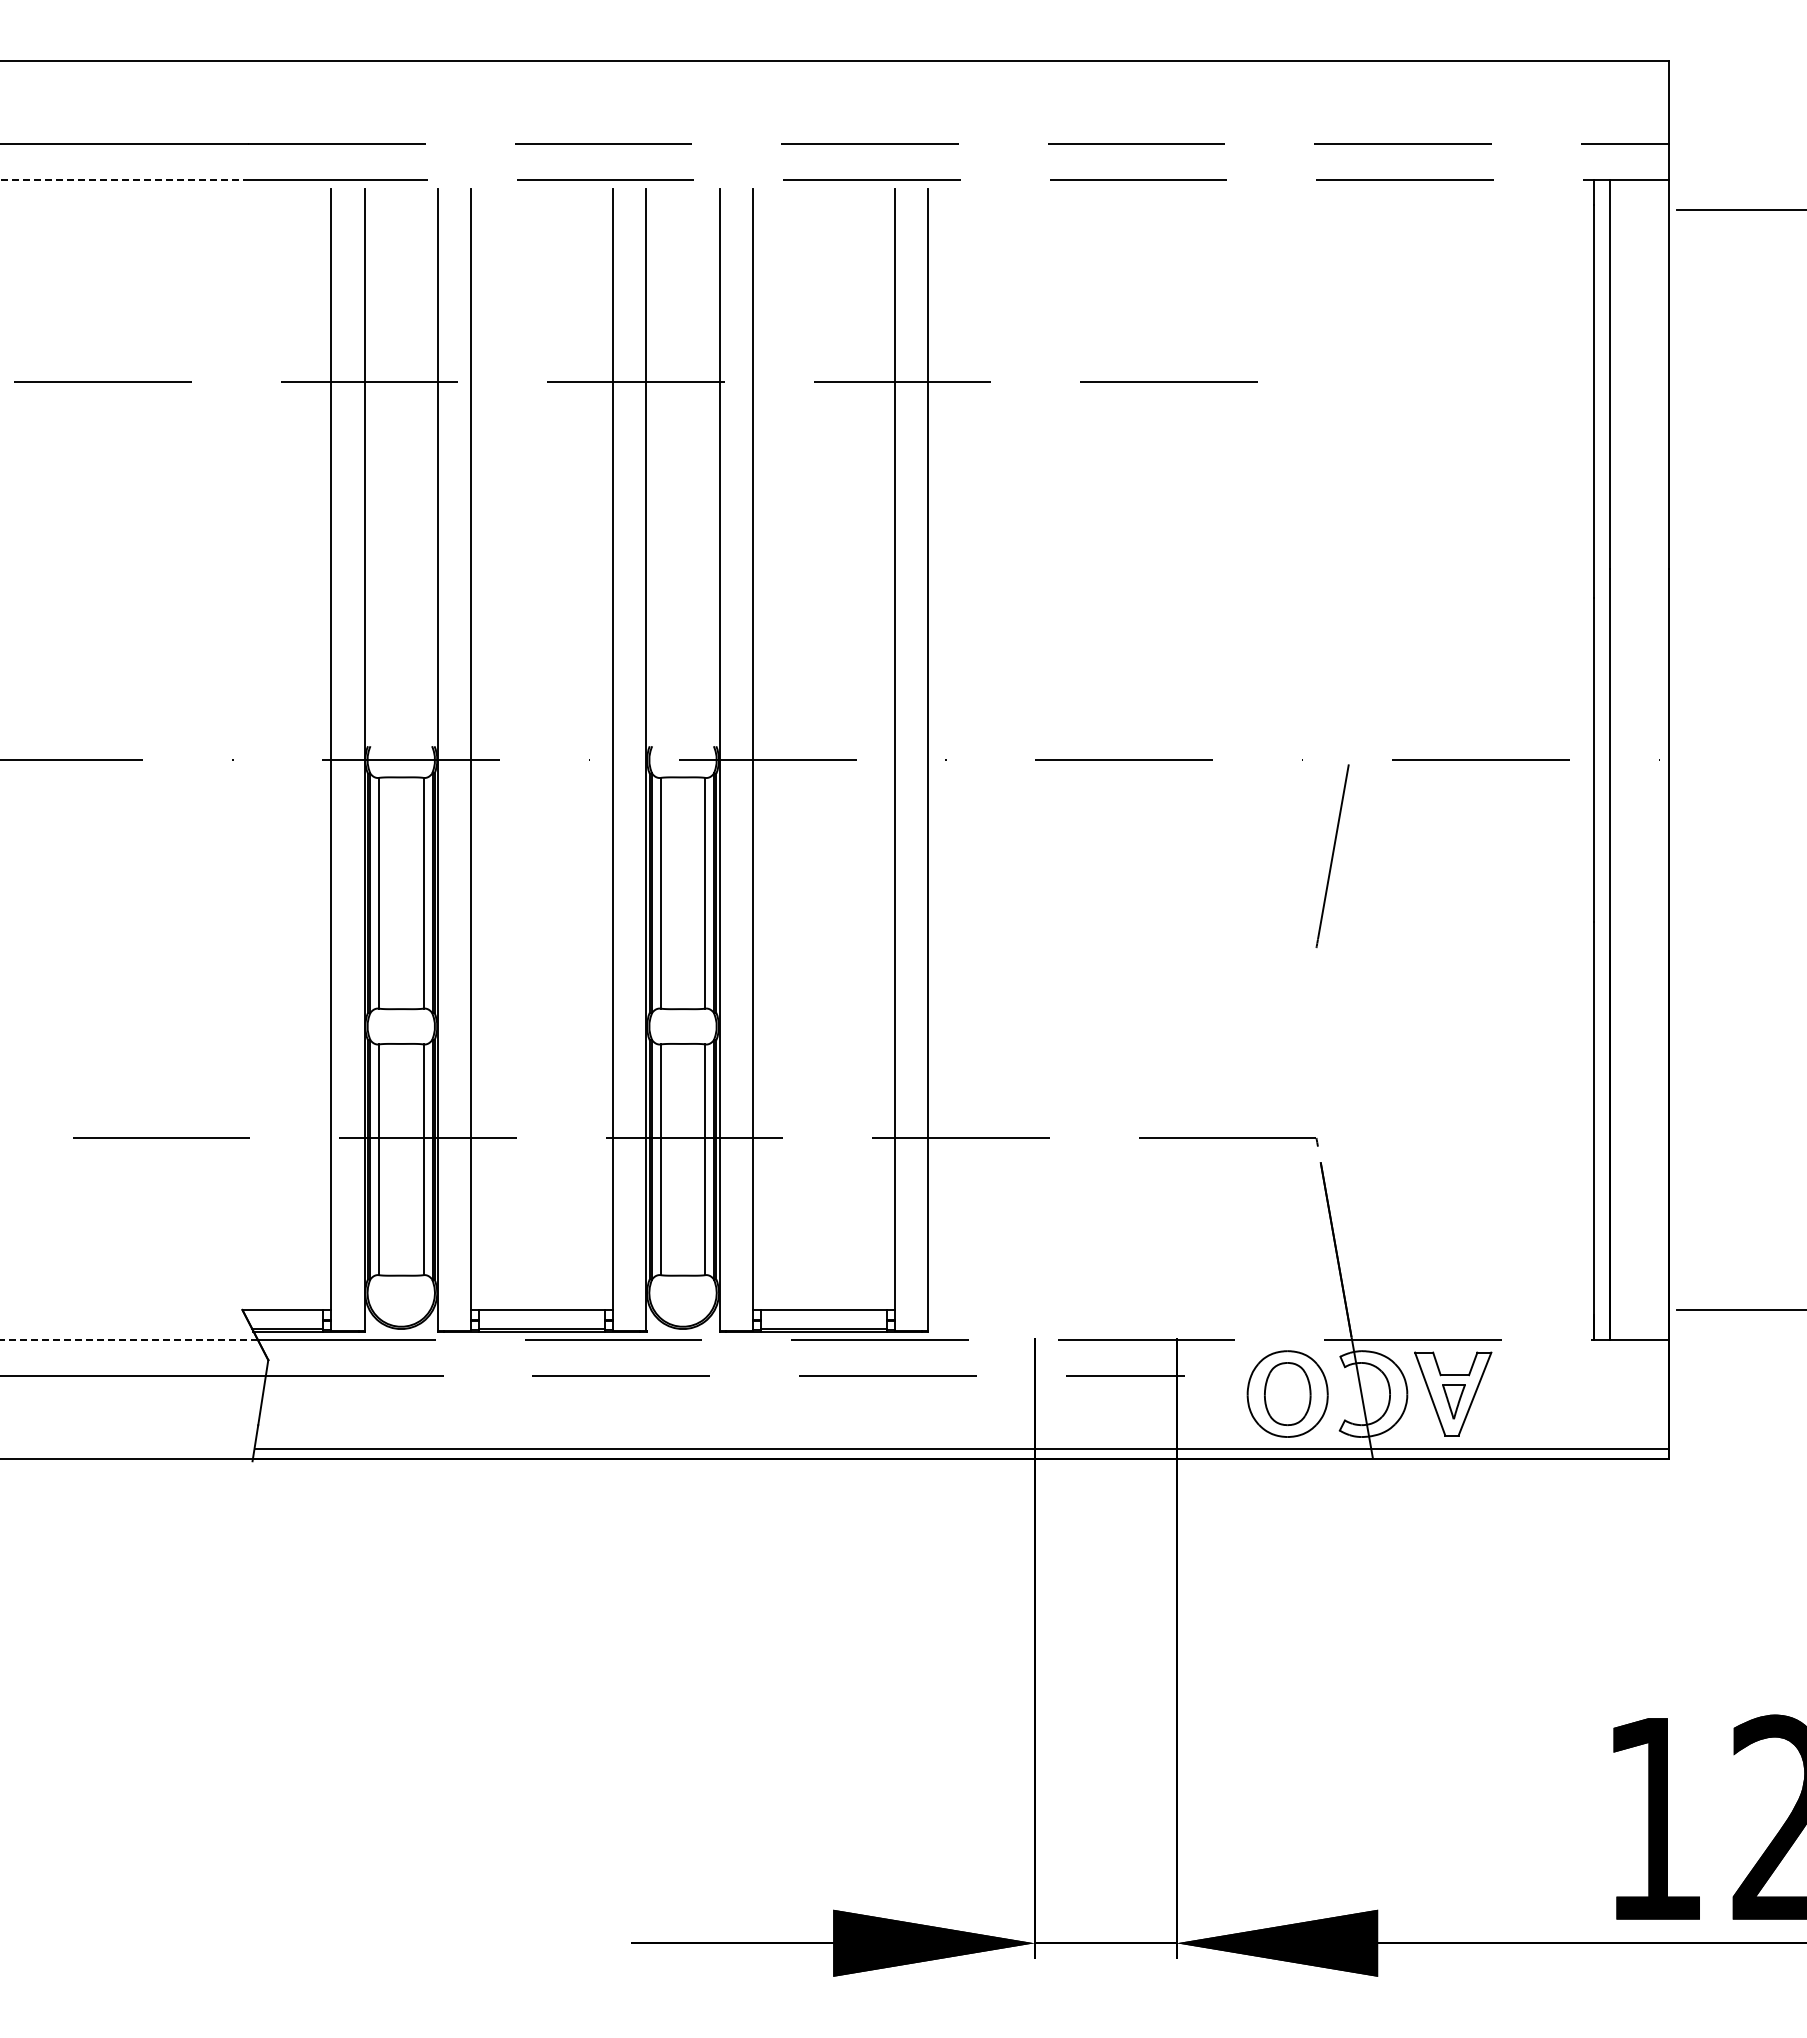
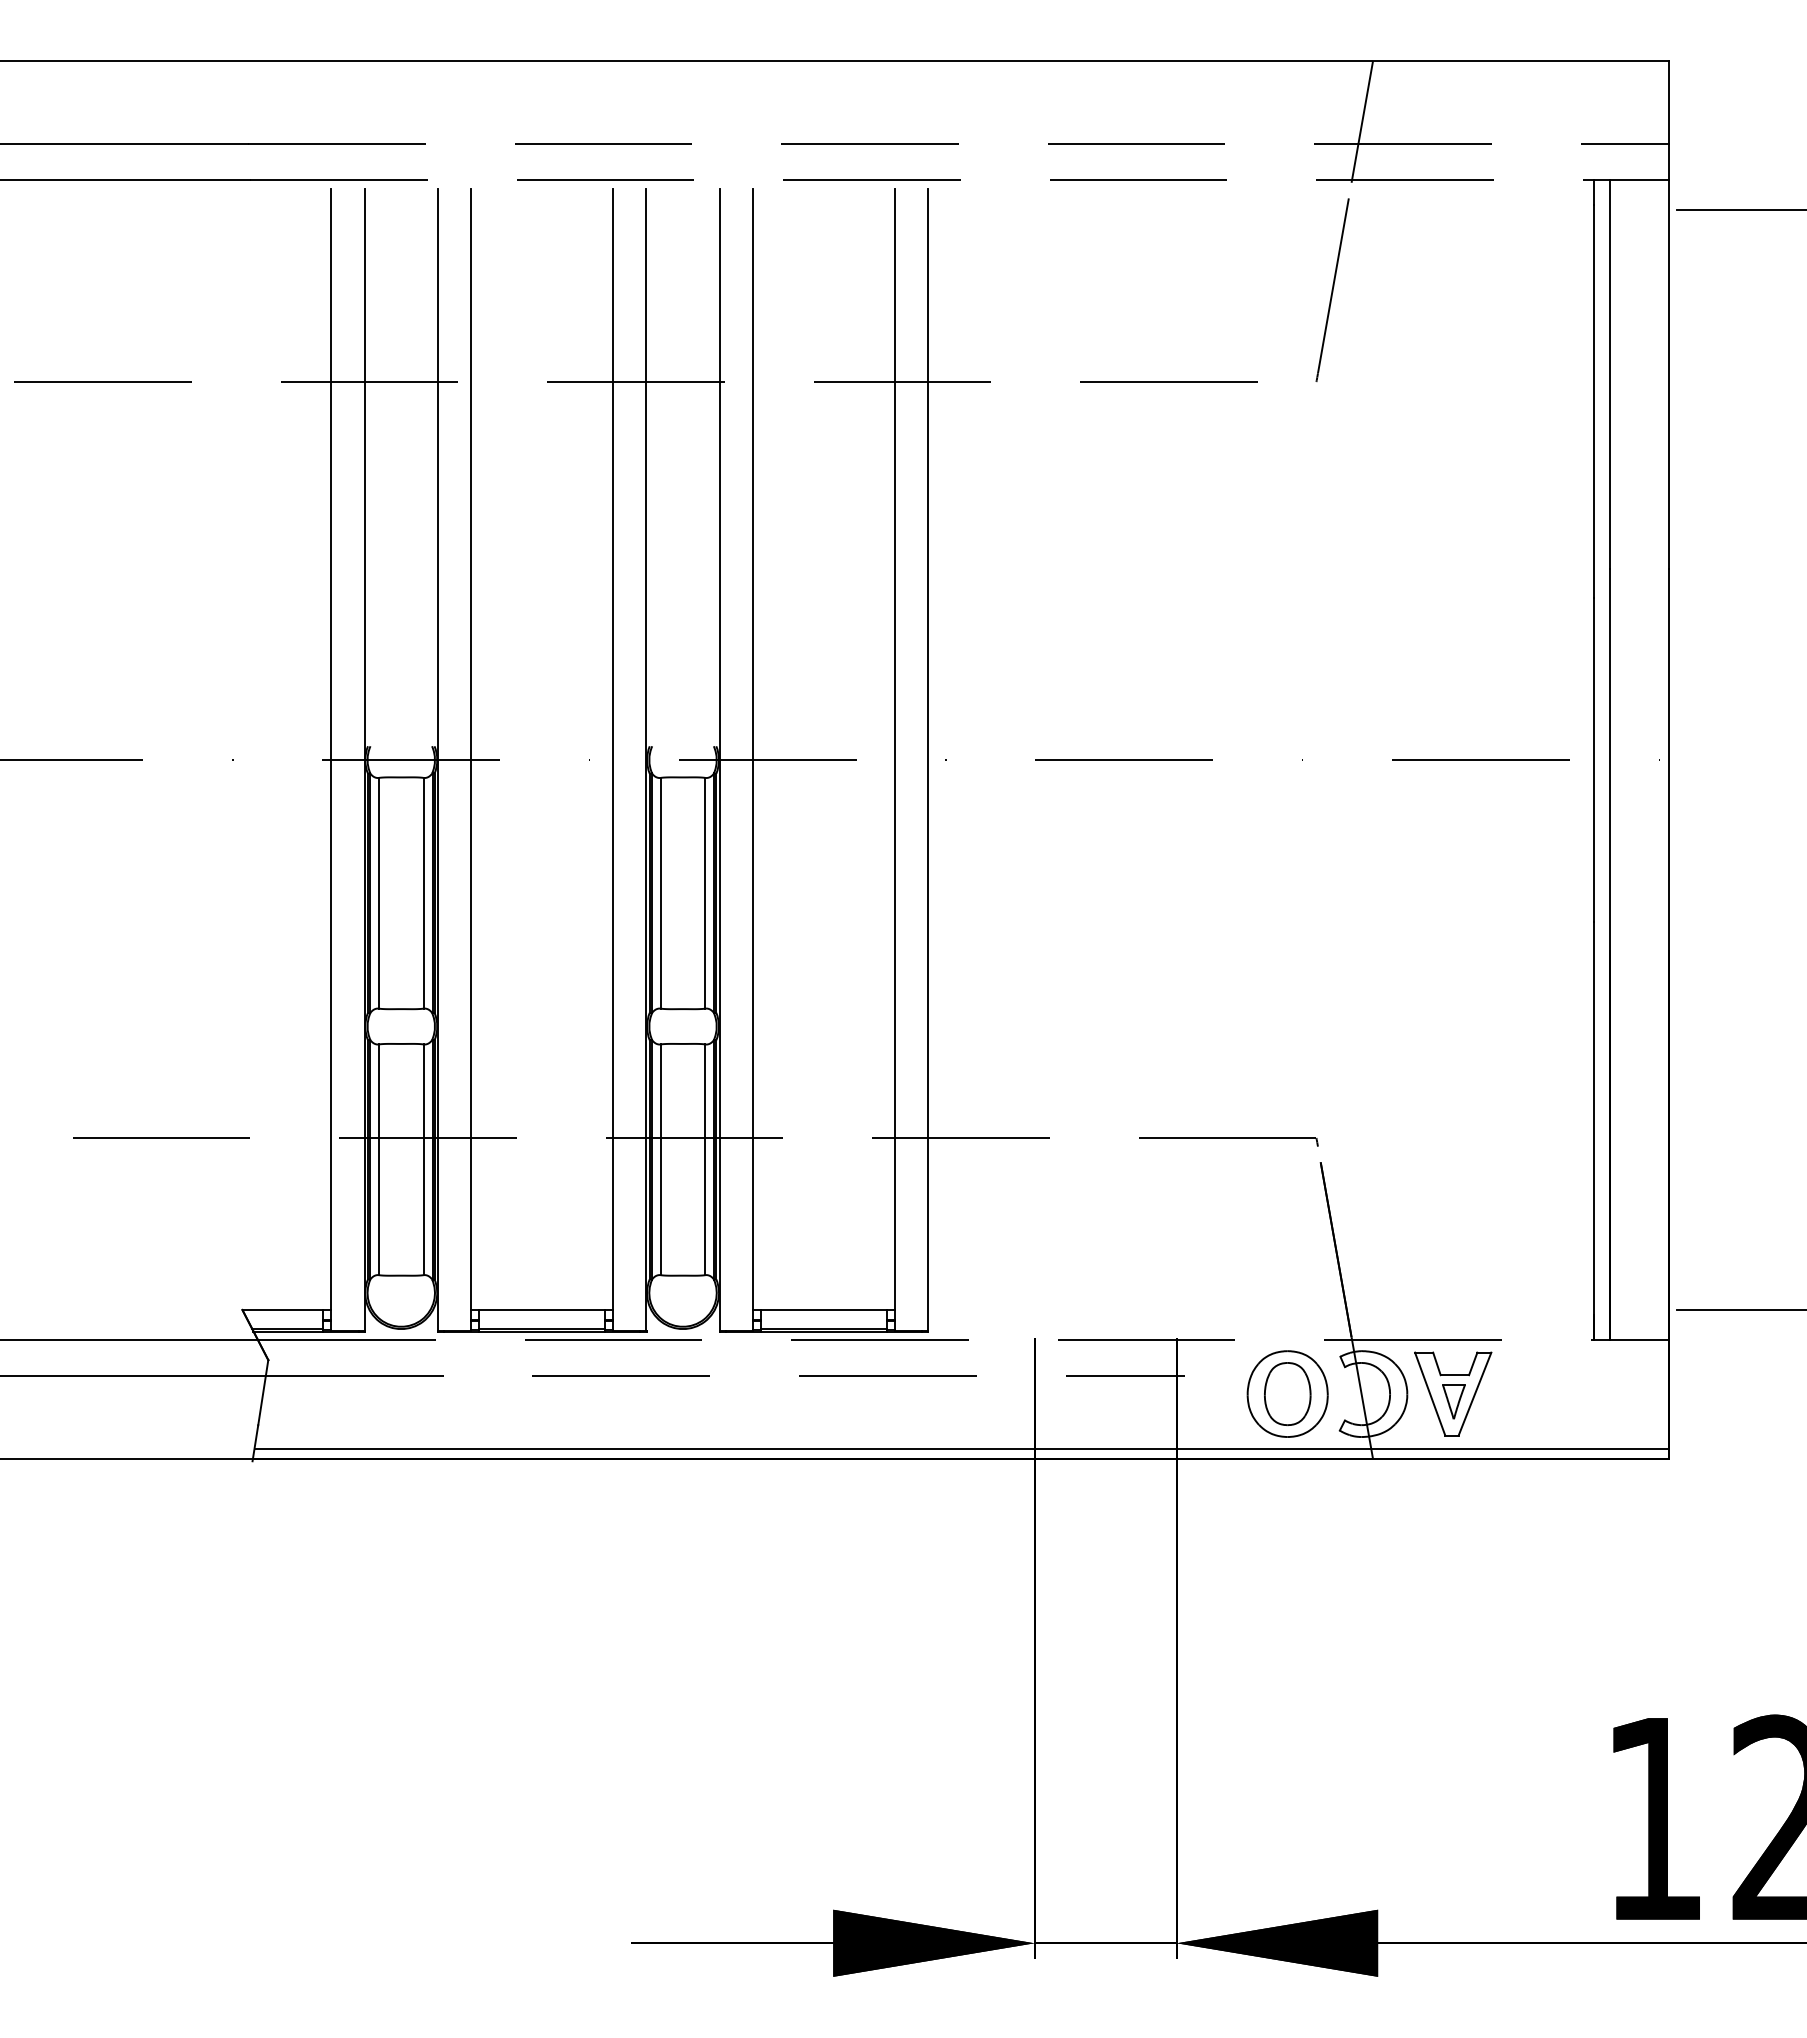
line at (1362, 121): none -> present
line at (125, 179): dashed -> solid
line at (1332, 855) position: (1332, 855) -> (1332, 289)
line at (129, 1340): dashed -> solid
